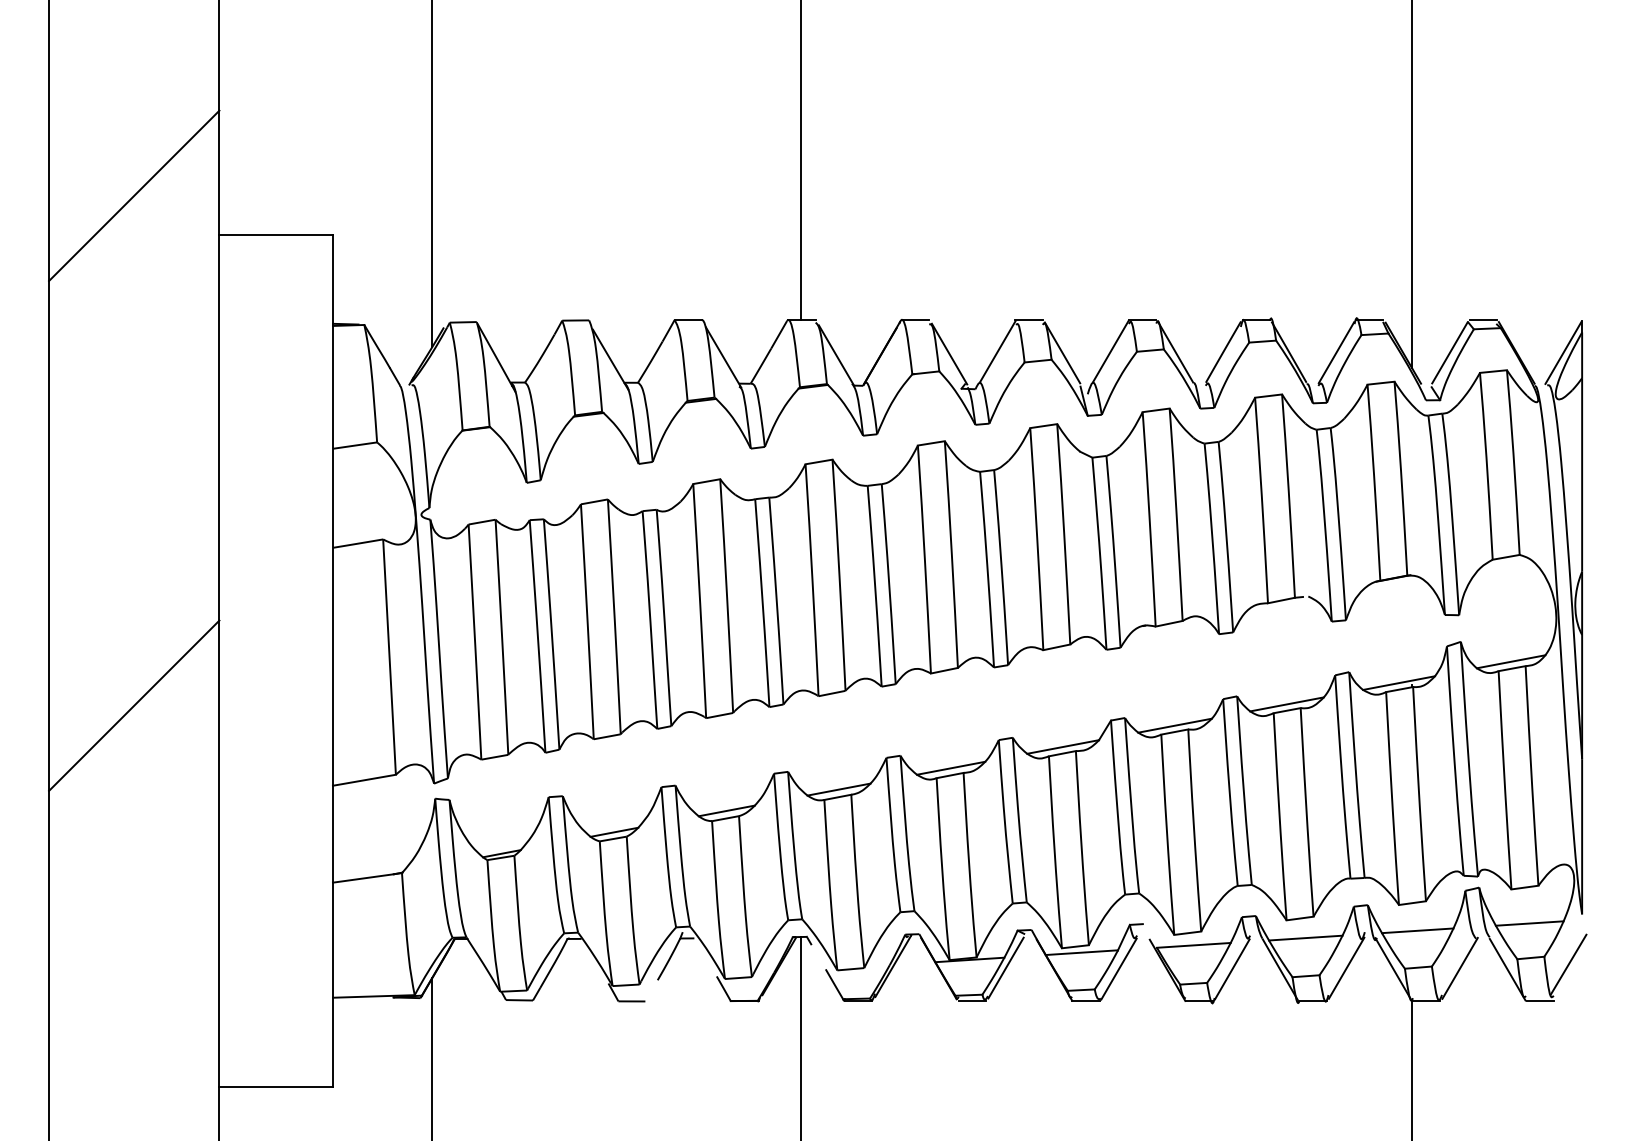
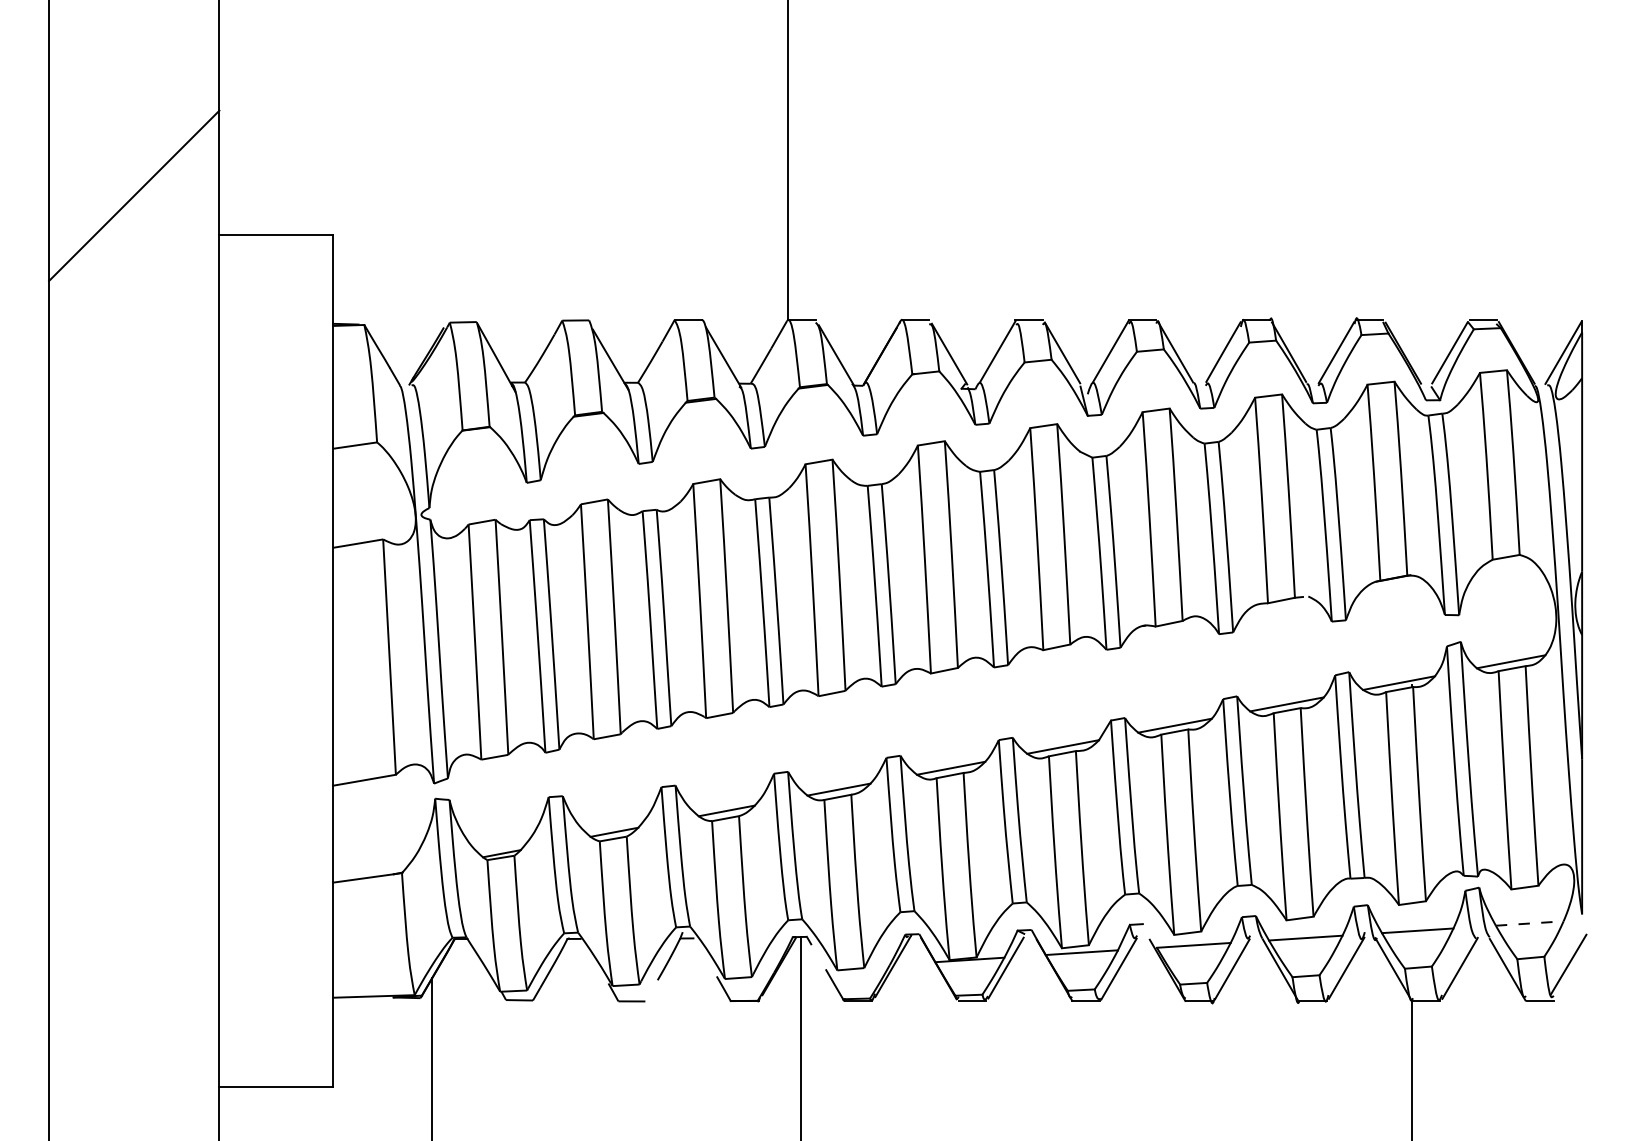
line at (801, 161) position: (801, 161) -> (788, 161)
line at (432, 174): present -> none
line at (1412, 185): present -> none
line at (134, 705): present -> none
line at (1529, 923): solid -> dashed
